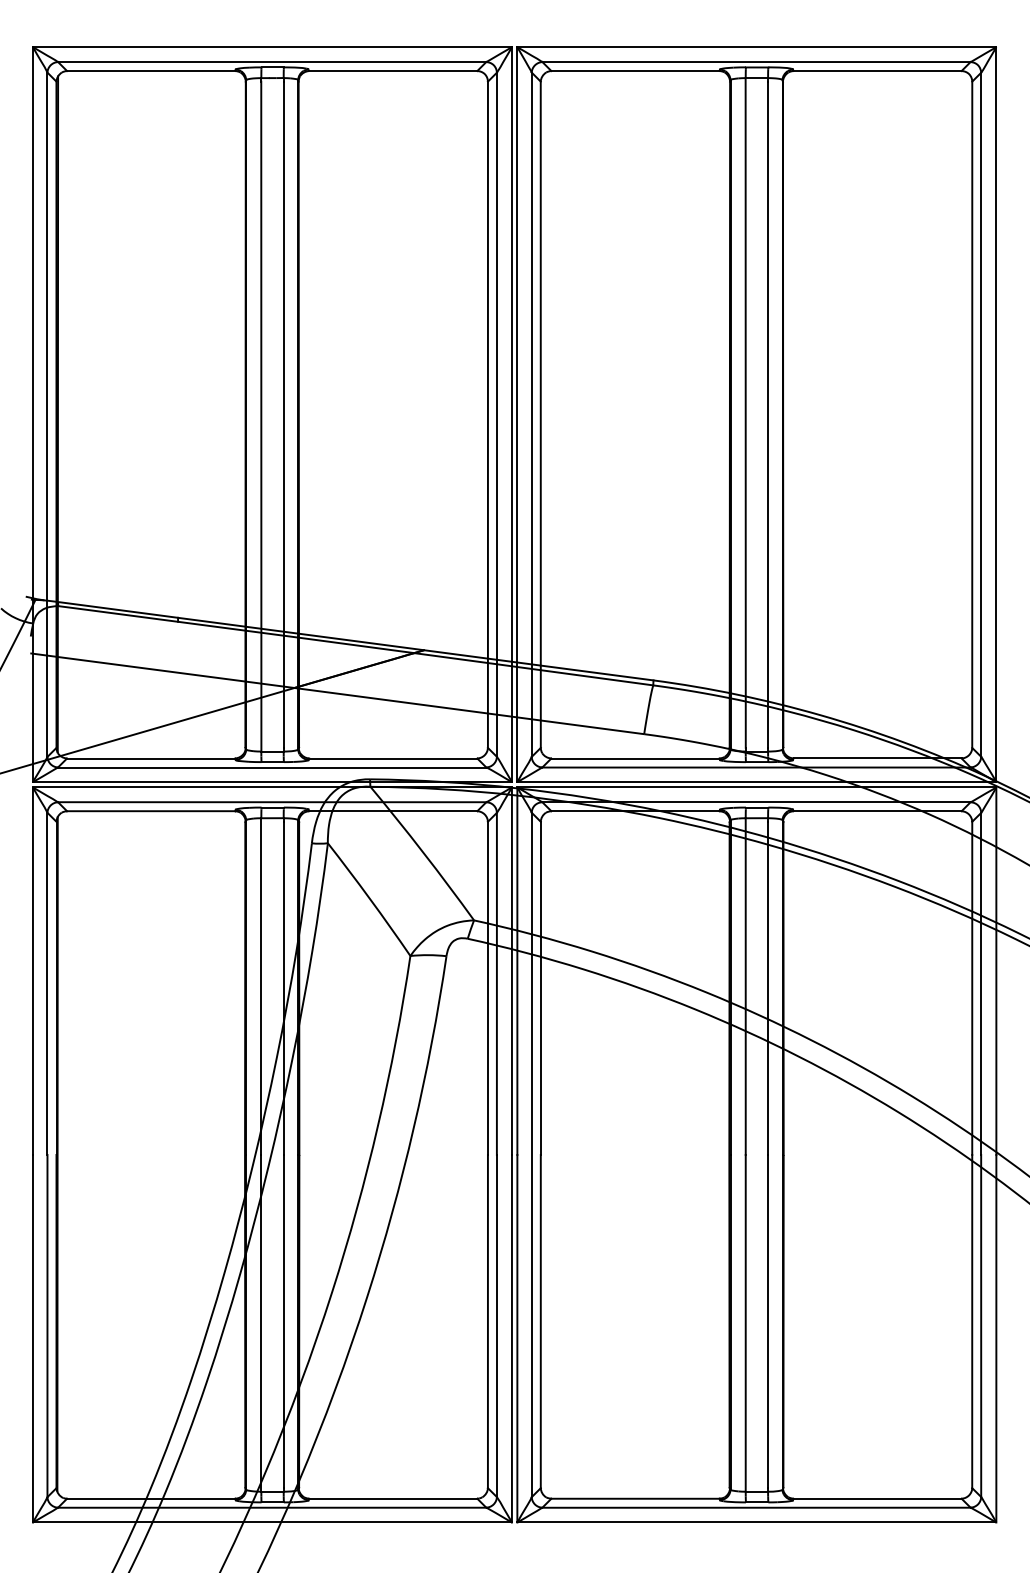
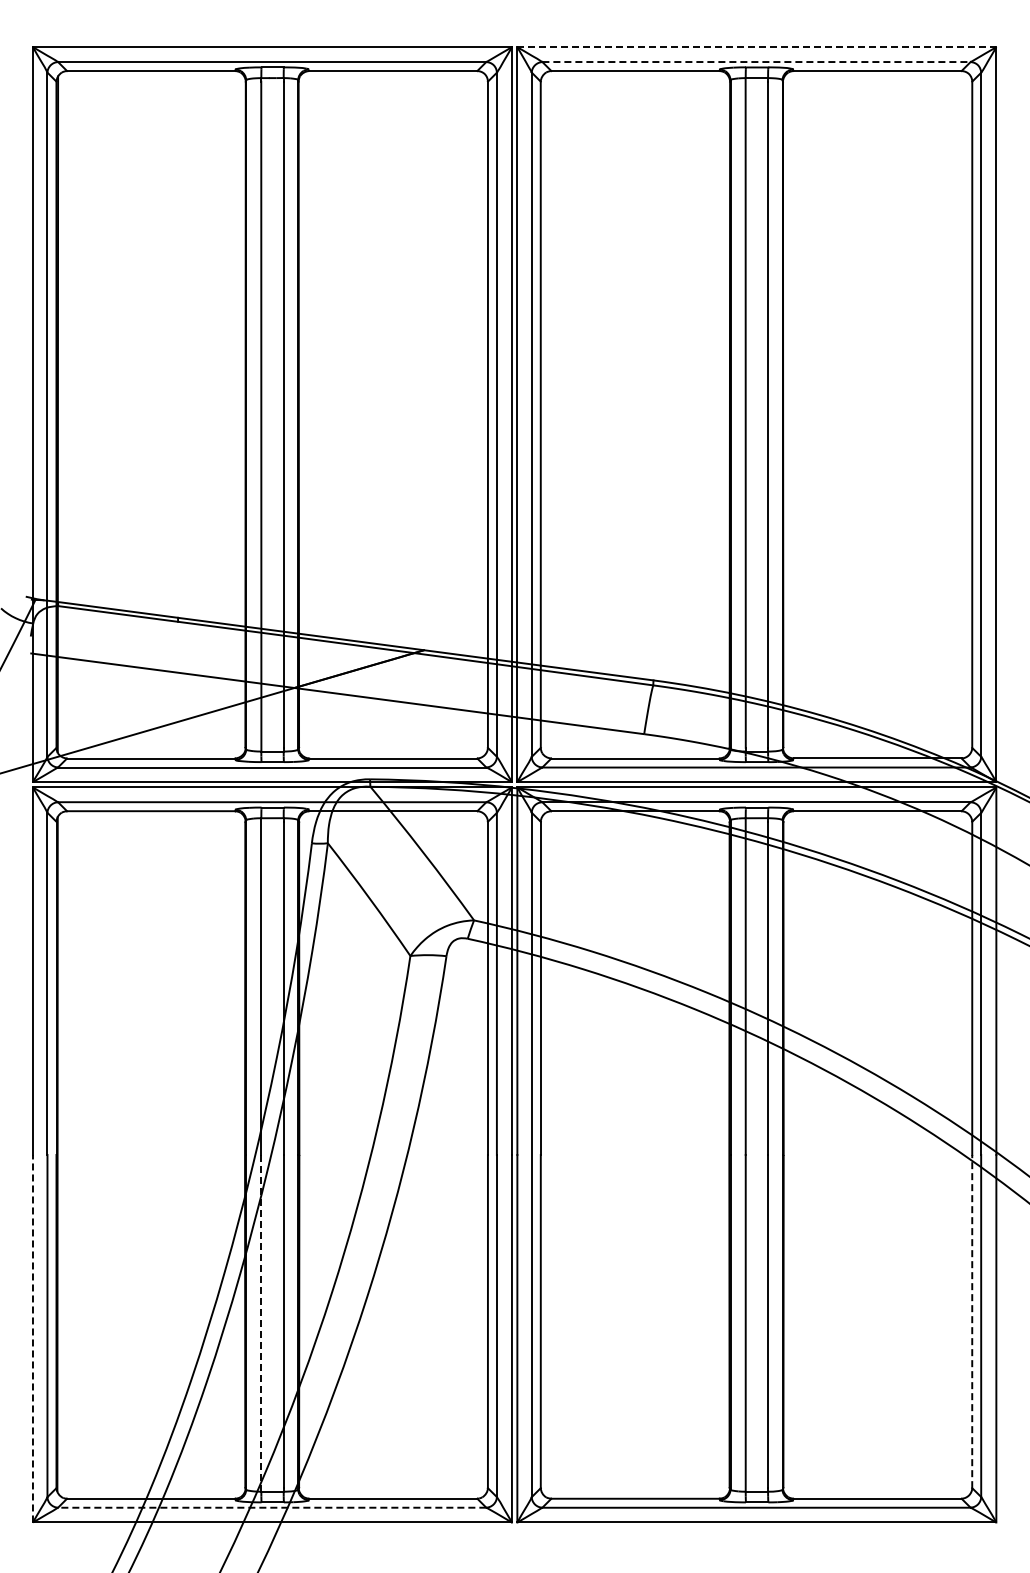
line at (757, 47): solid -> dashed
line at (757, 62): solid -> dashed
line at (972, 1321): solid -> dashed
line at (261, 1323): solid -> dashed
line at (32, 1338): solid -> dashed
line at (271, 1507): solid -> dashed
